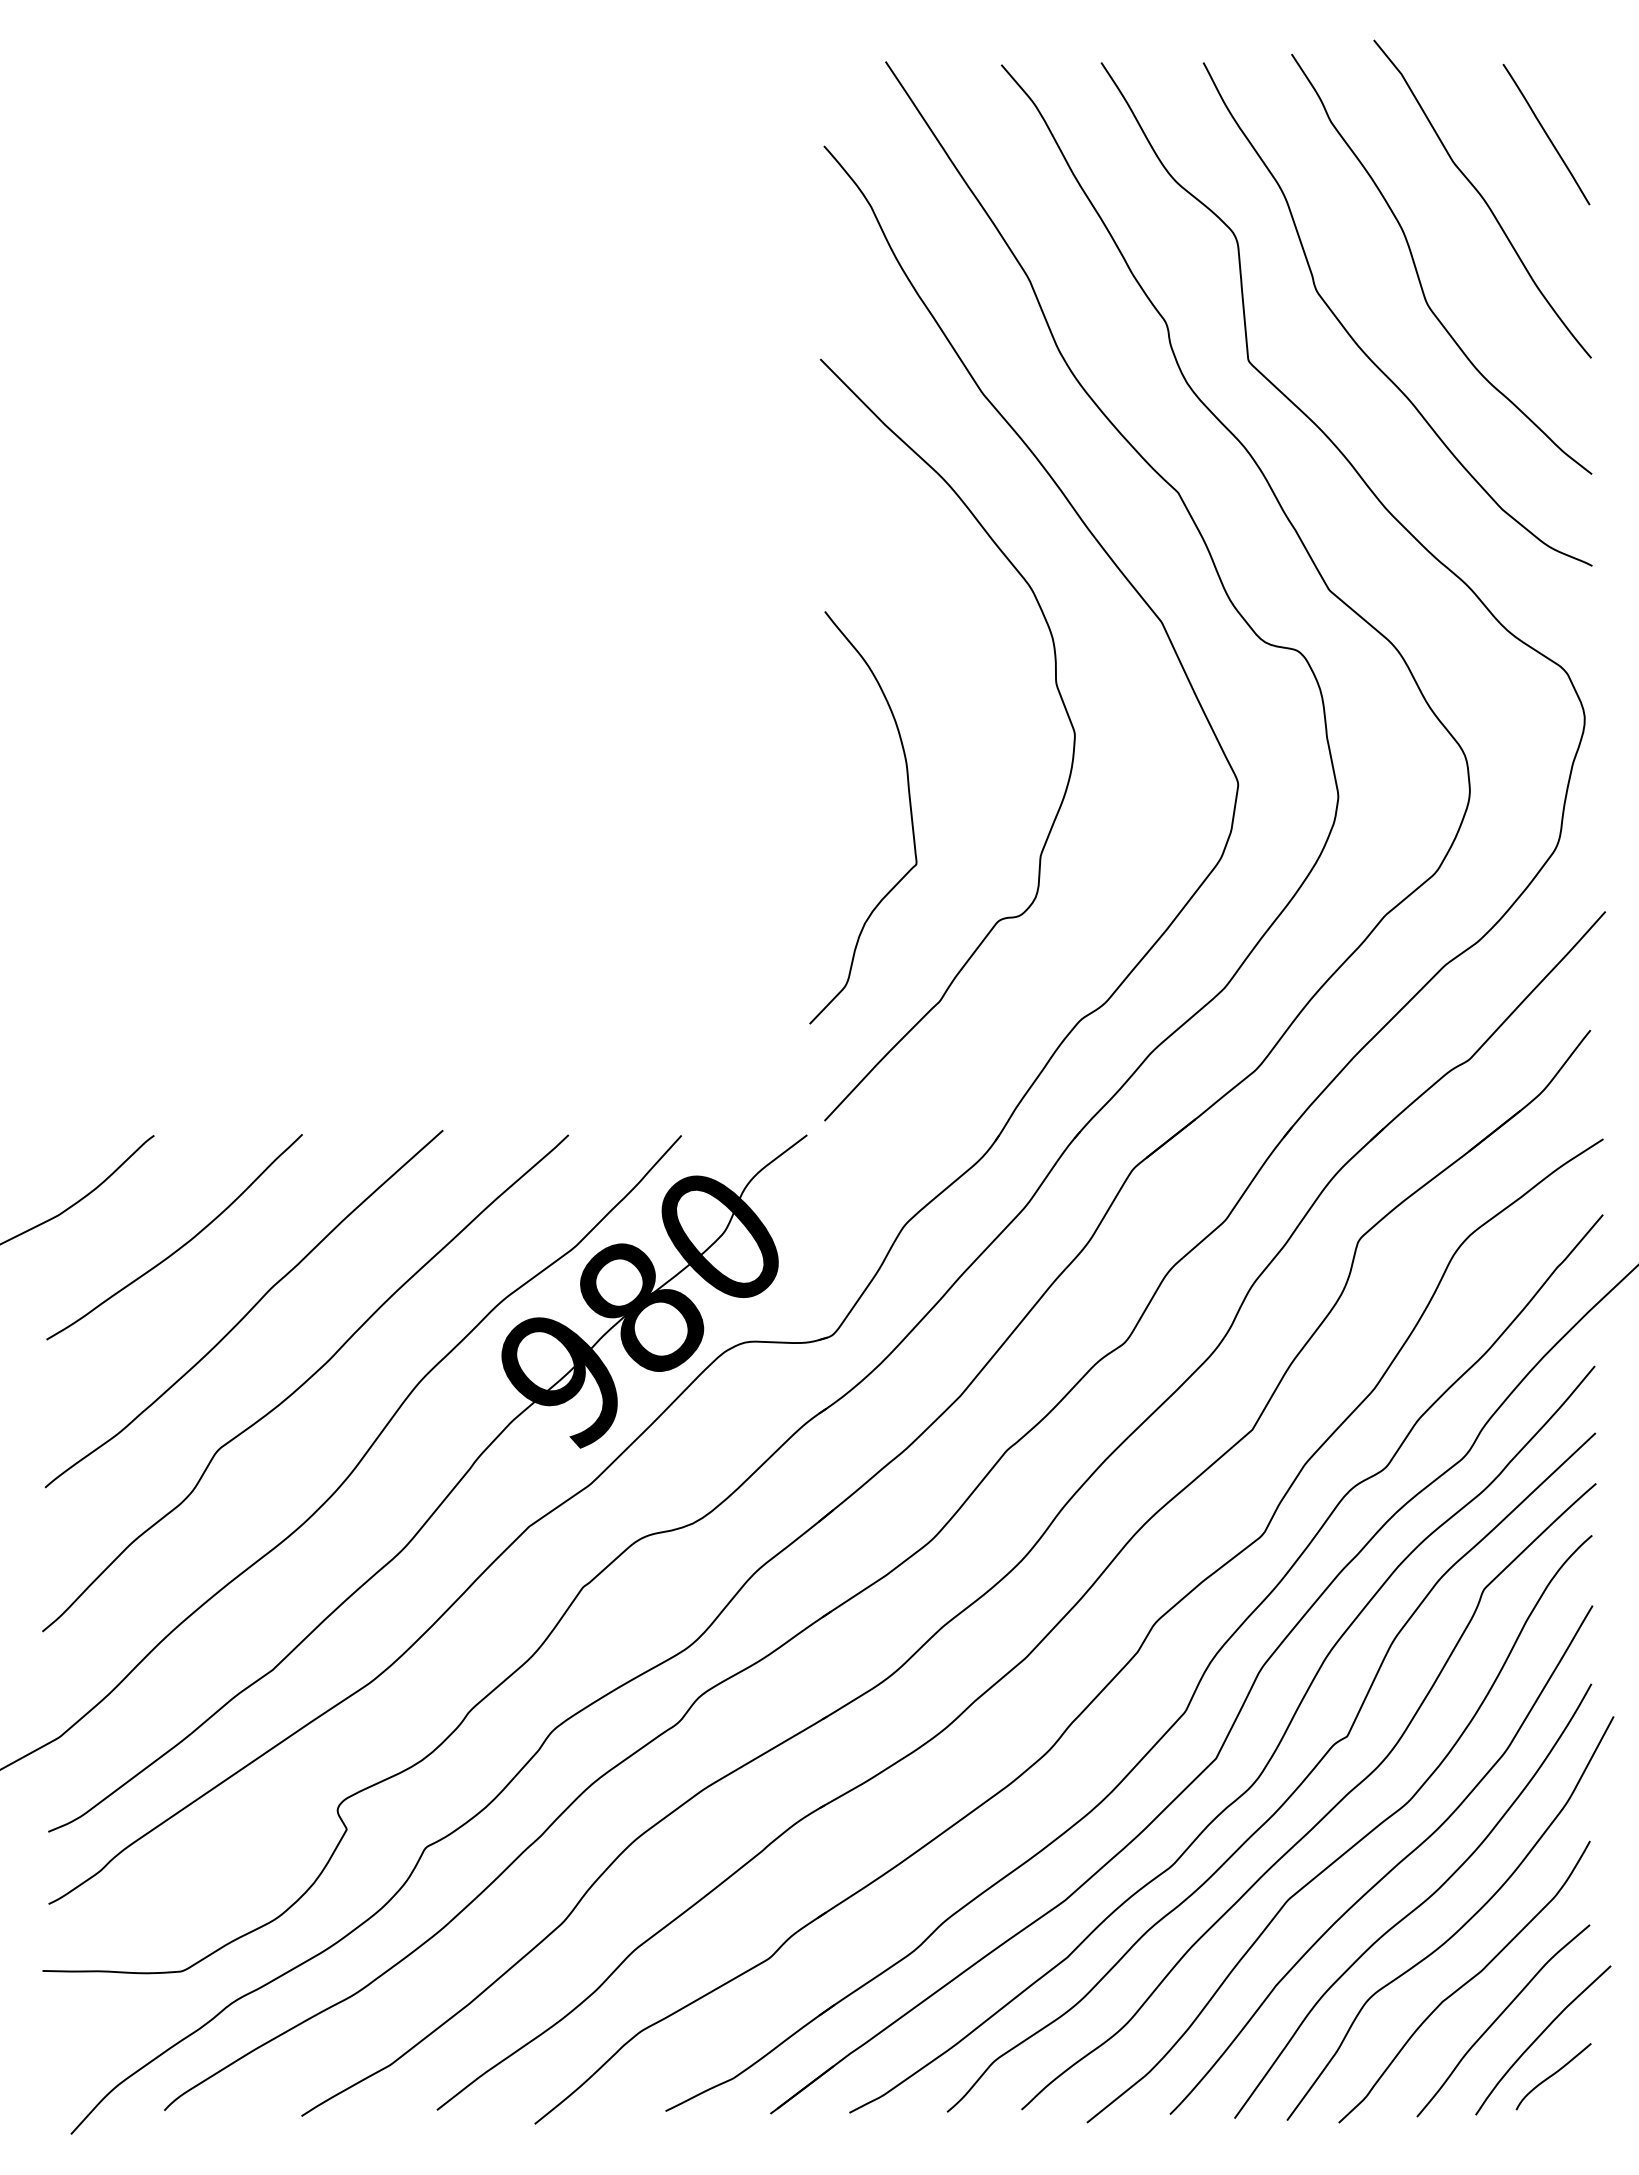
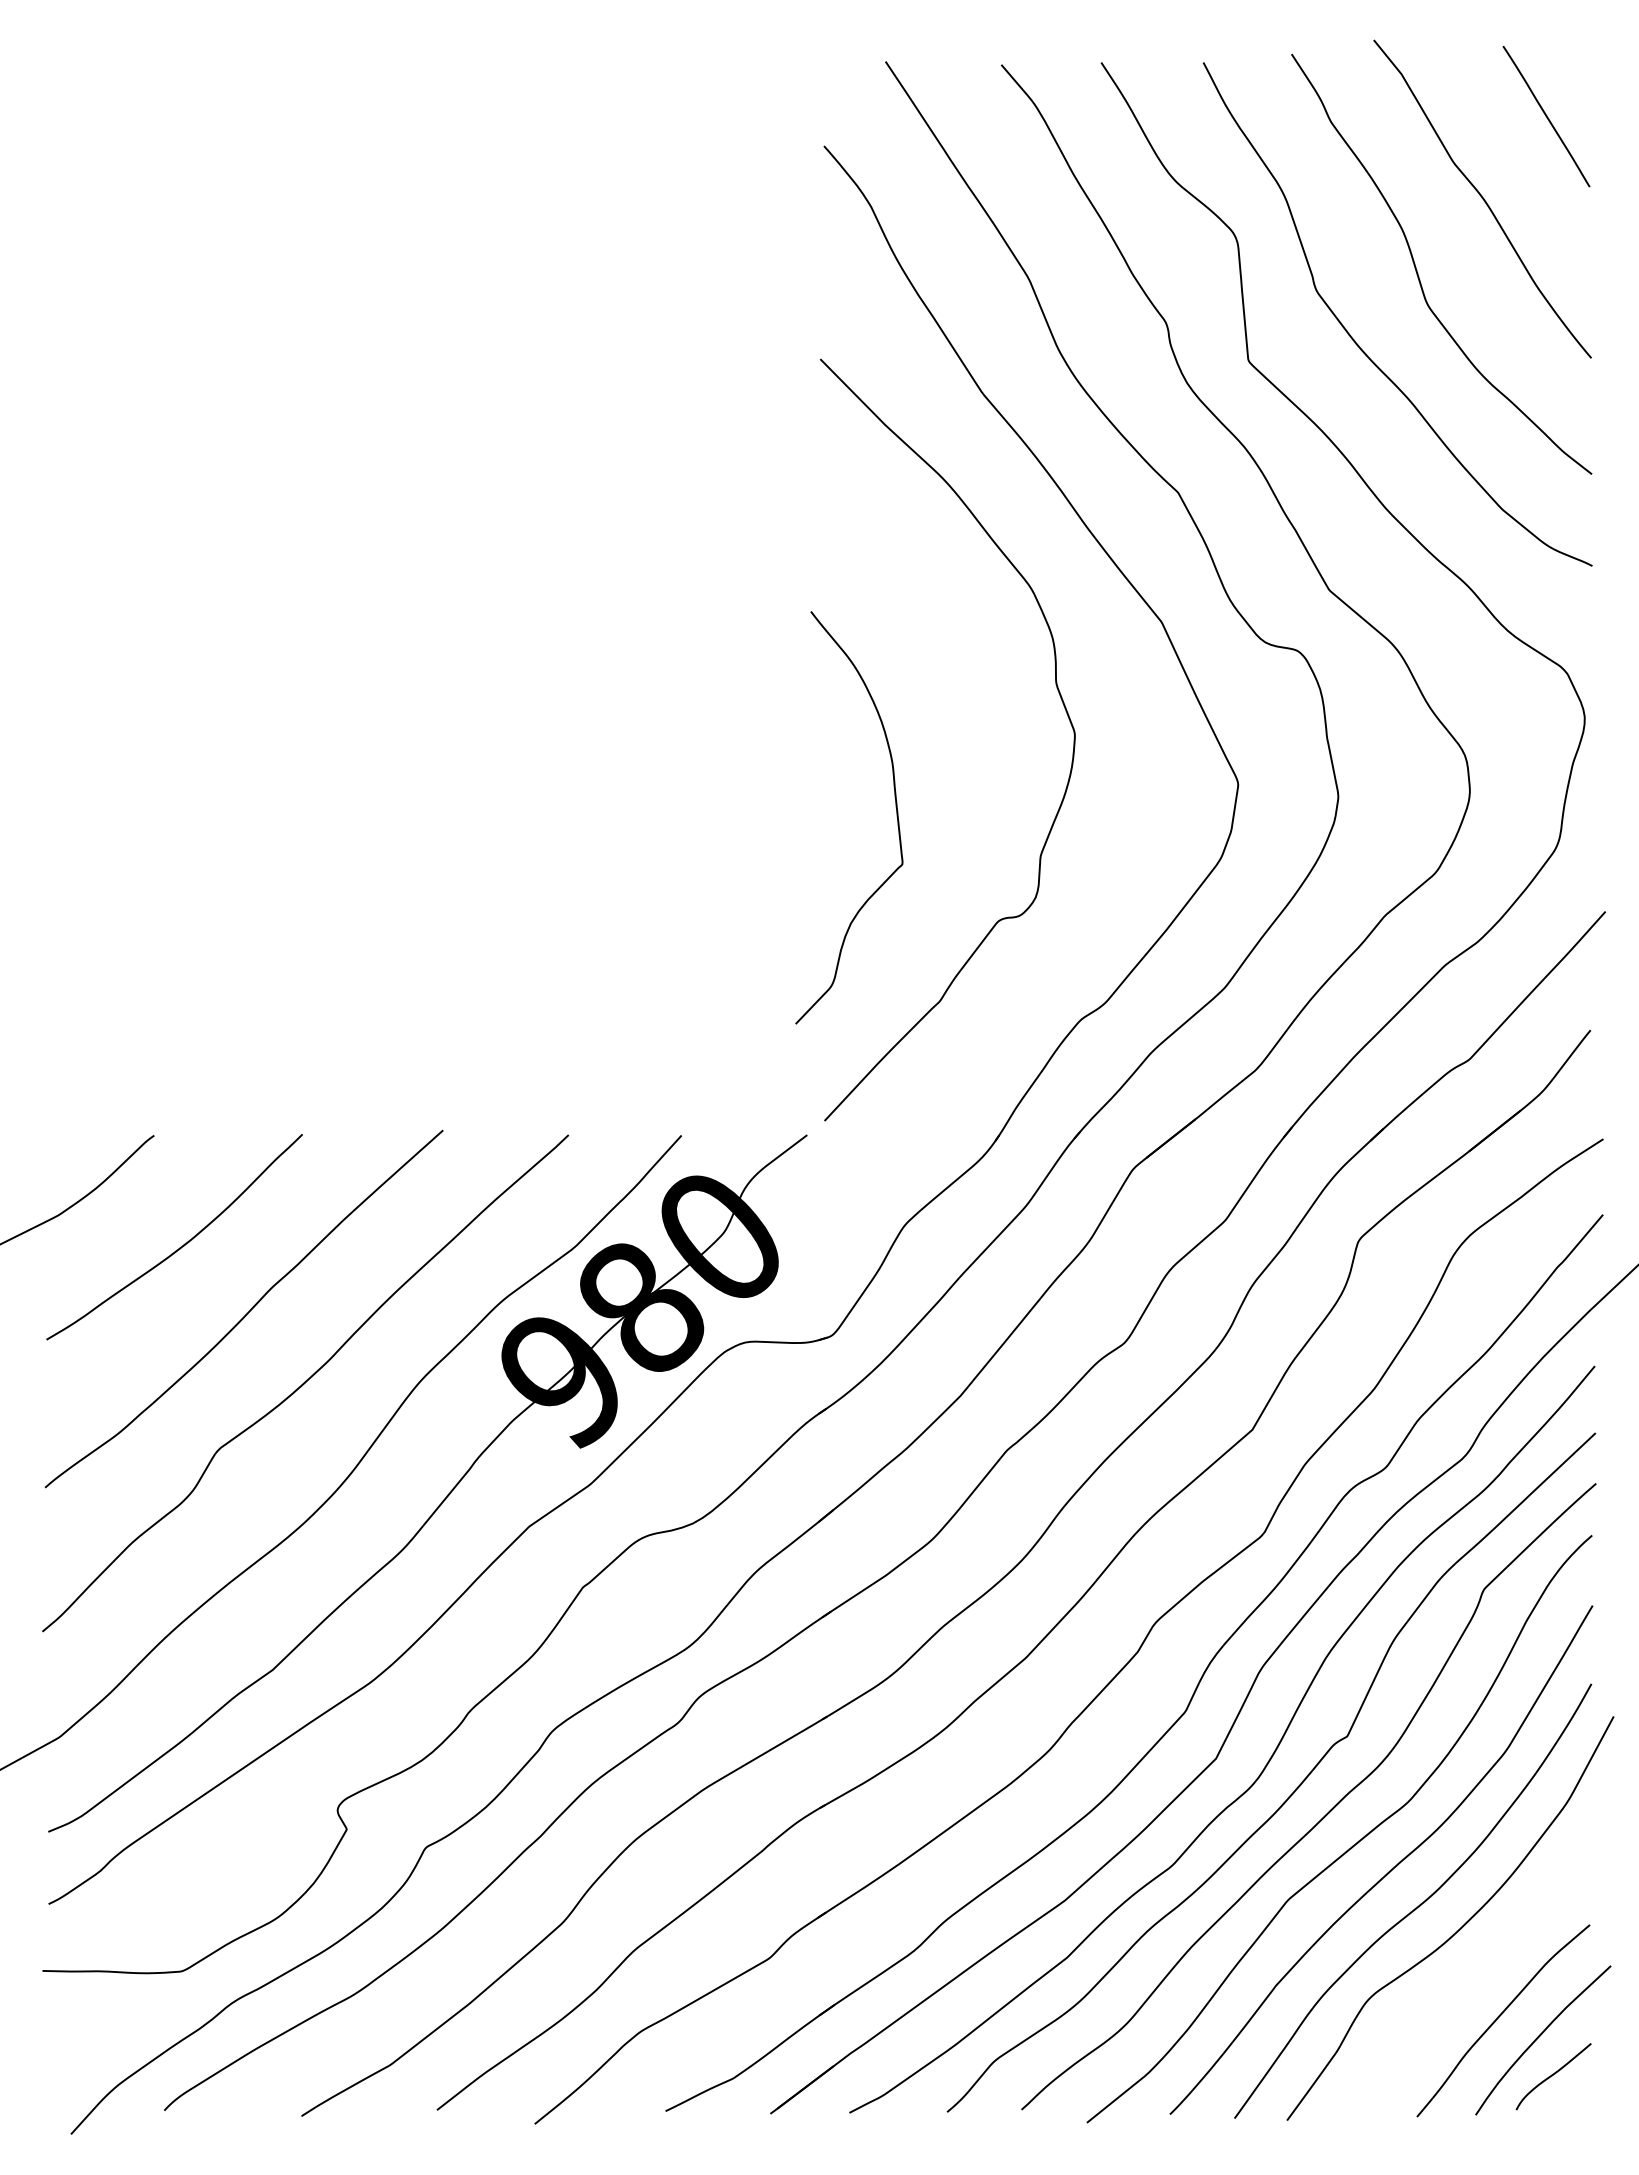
line at (1546, 134) position: (1546, 134) -> (1546, 116)
curve at (910, 816) position: (910, 816) -> (896, 816)
curve at (1465, 1982): present -> none
